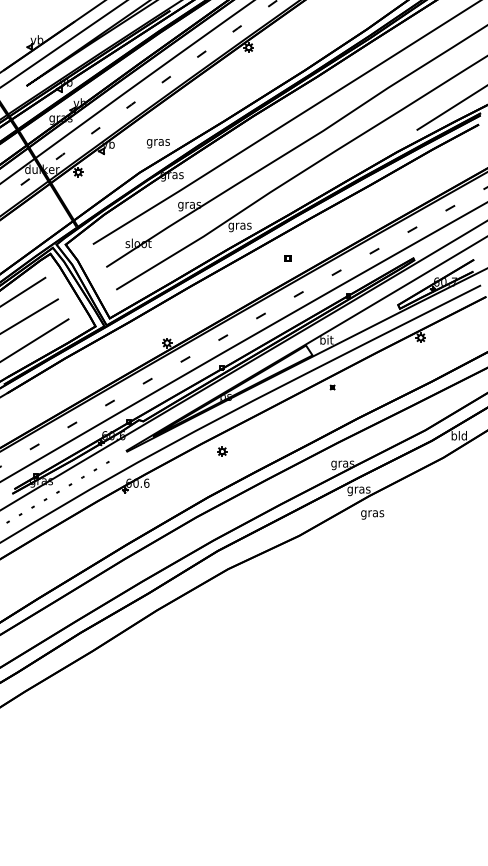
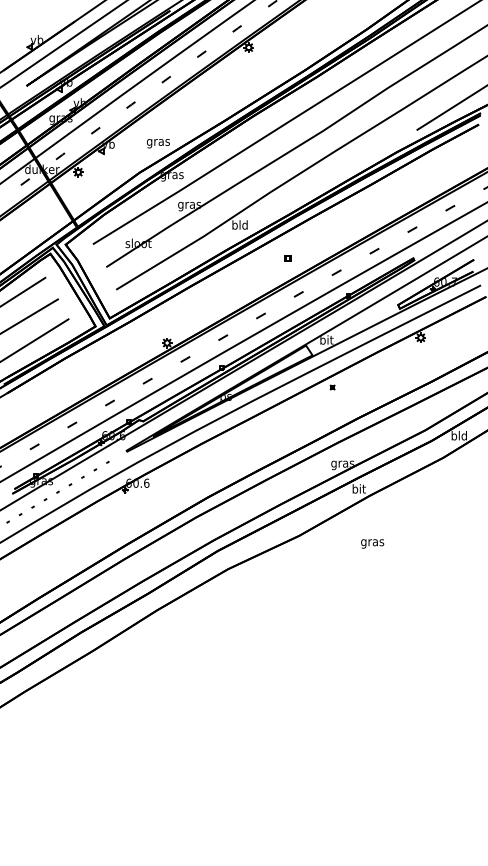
text at (239, 226): gras -> bld
part at (222, 451): present -> none
text at (358, 490): gras -> bit
text at (372, 514) position: (372, 514) -> (372, 543)
